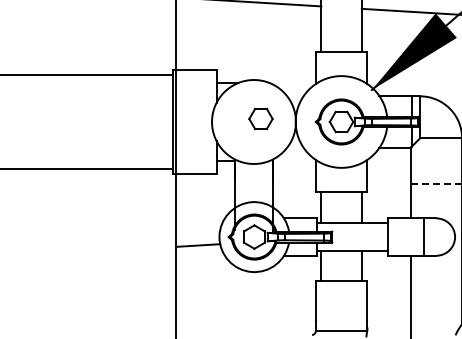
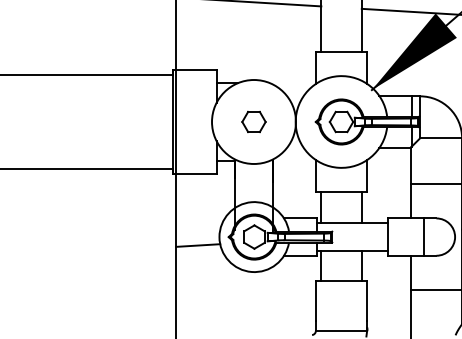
part at (260, 118) position: (260, 118) -> (253, 121)
line at (436, 184): dashed -> solid
line at (434, 289): none -> present
